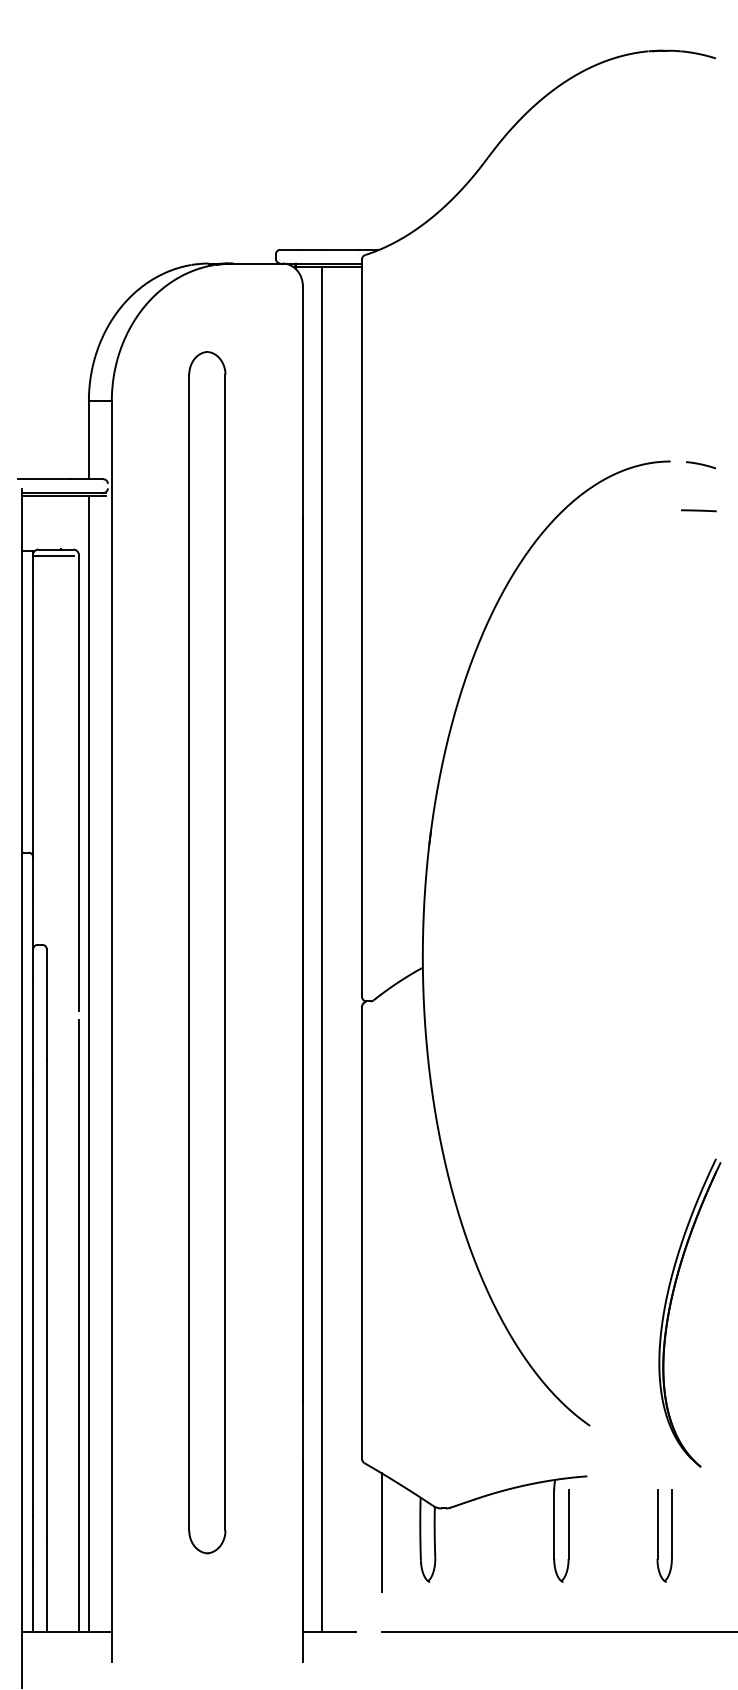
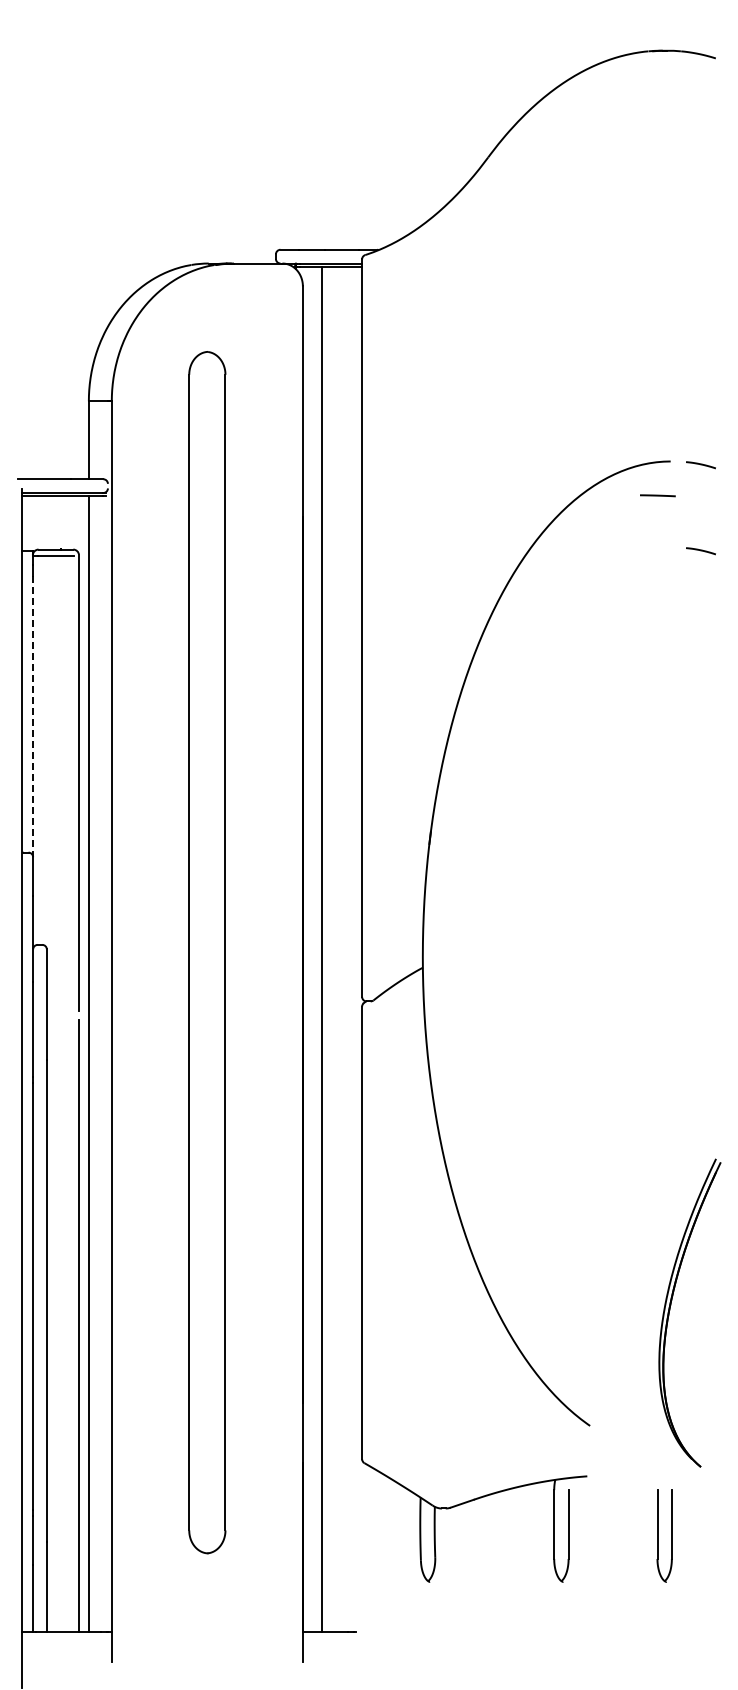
line at (698, 510) position: (698, 510) -> (657, 495)
line at (700, 551): none -> present
line at (33, 716): solid -> dashed
line at (381, 1532): present -> none
line at (557, 1632): present -> none
